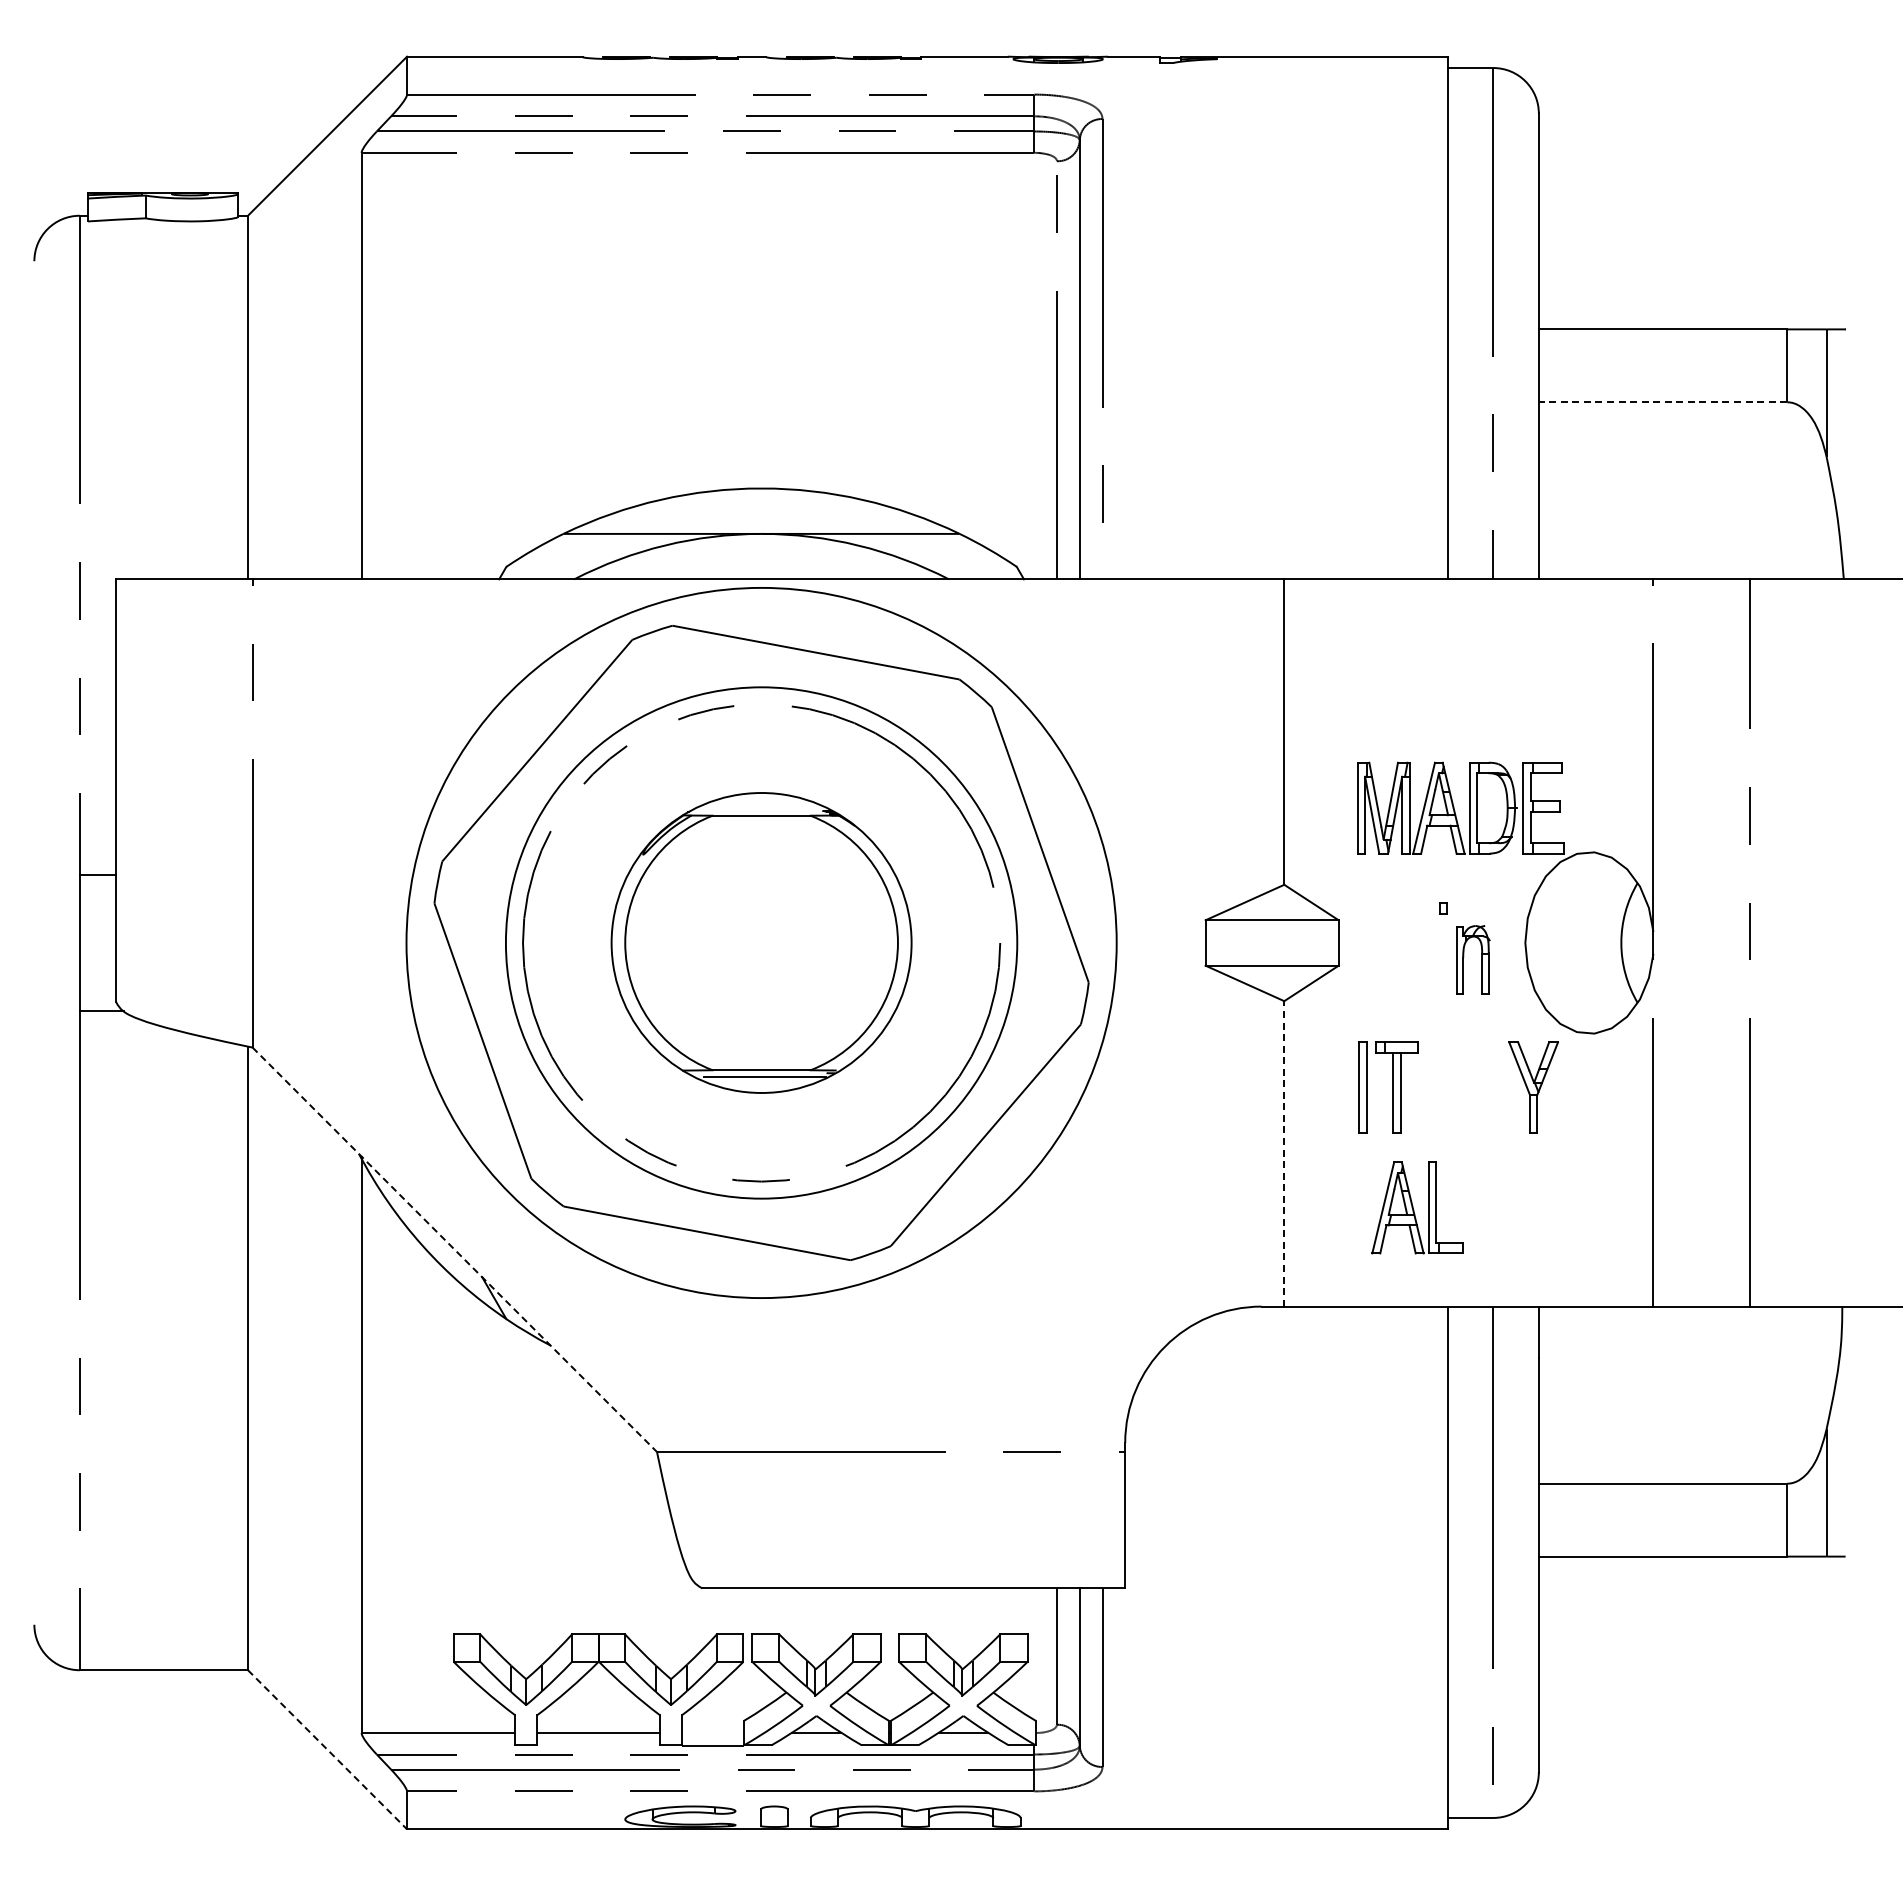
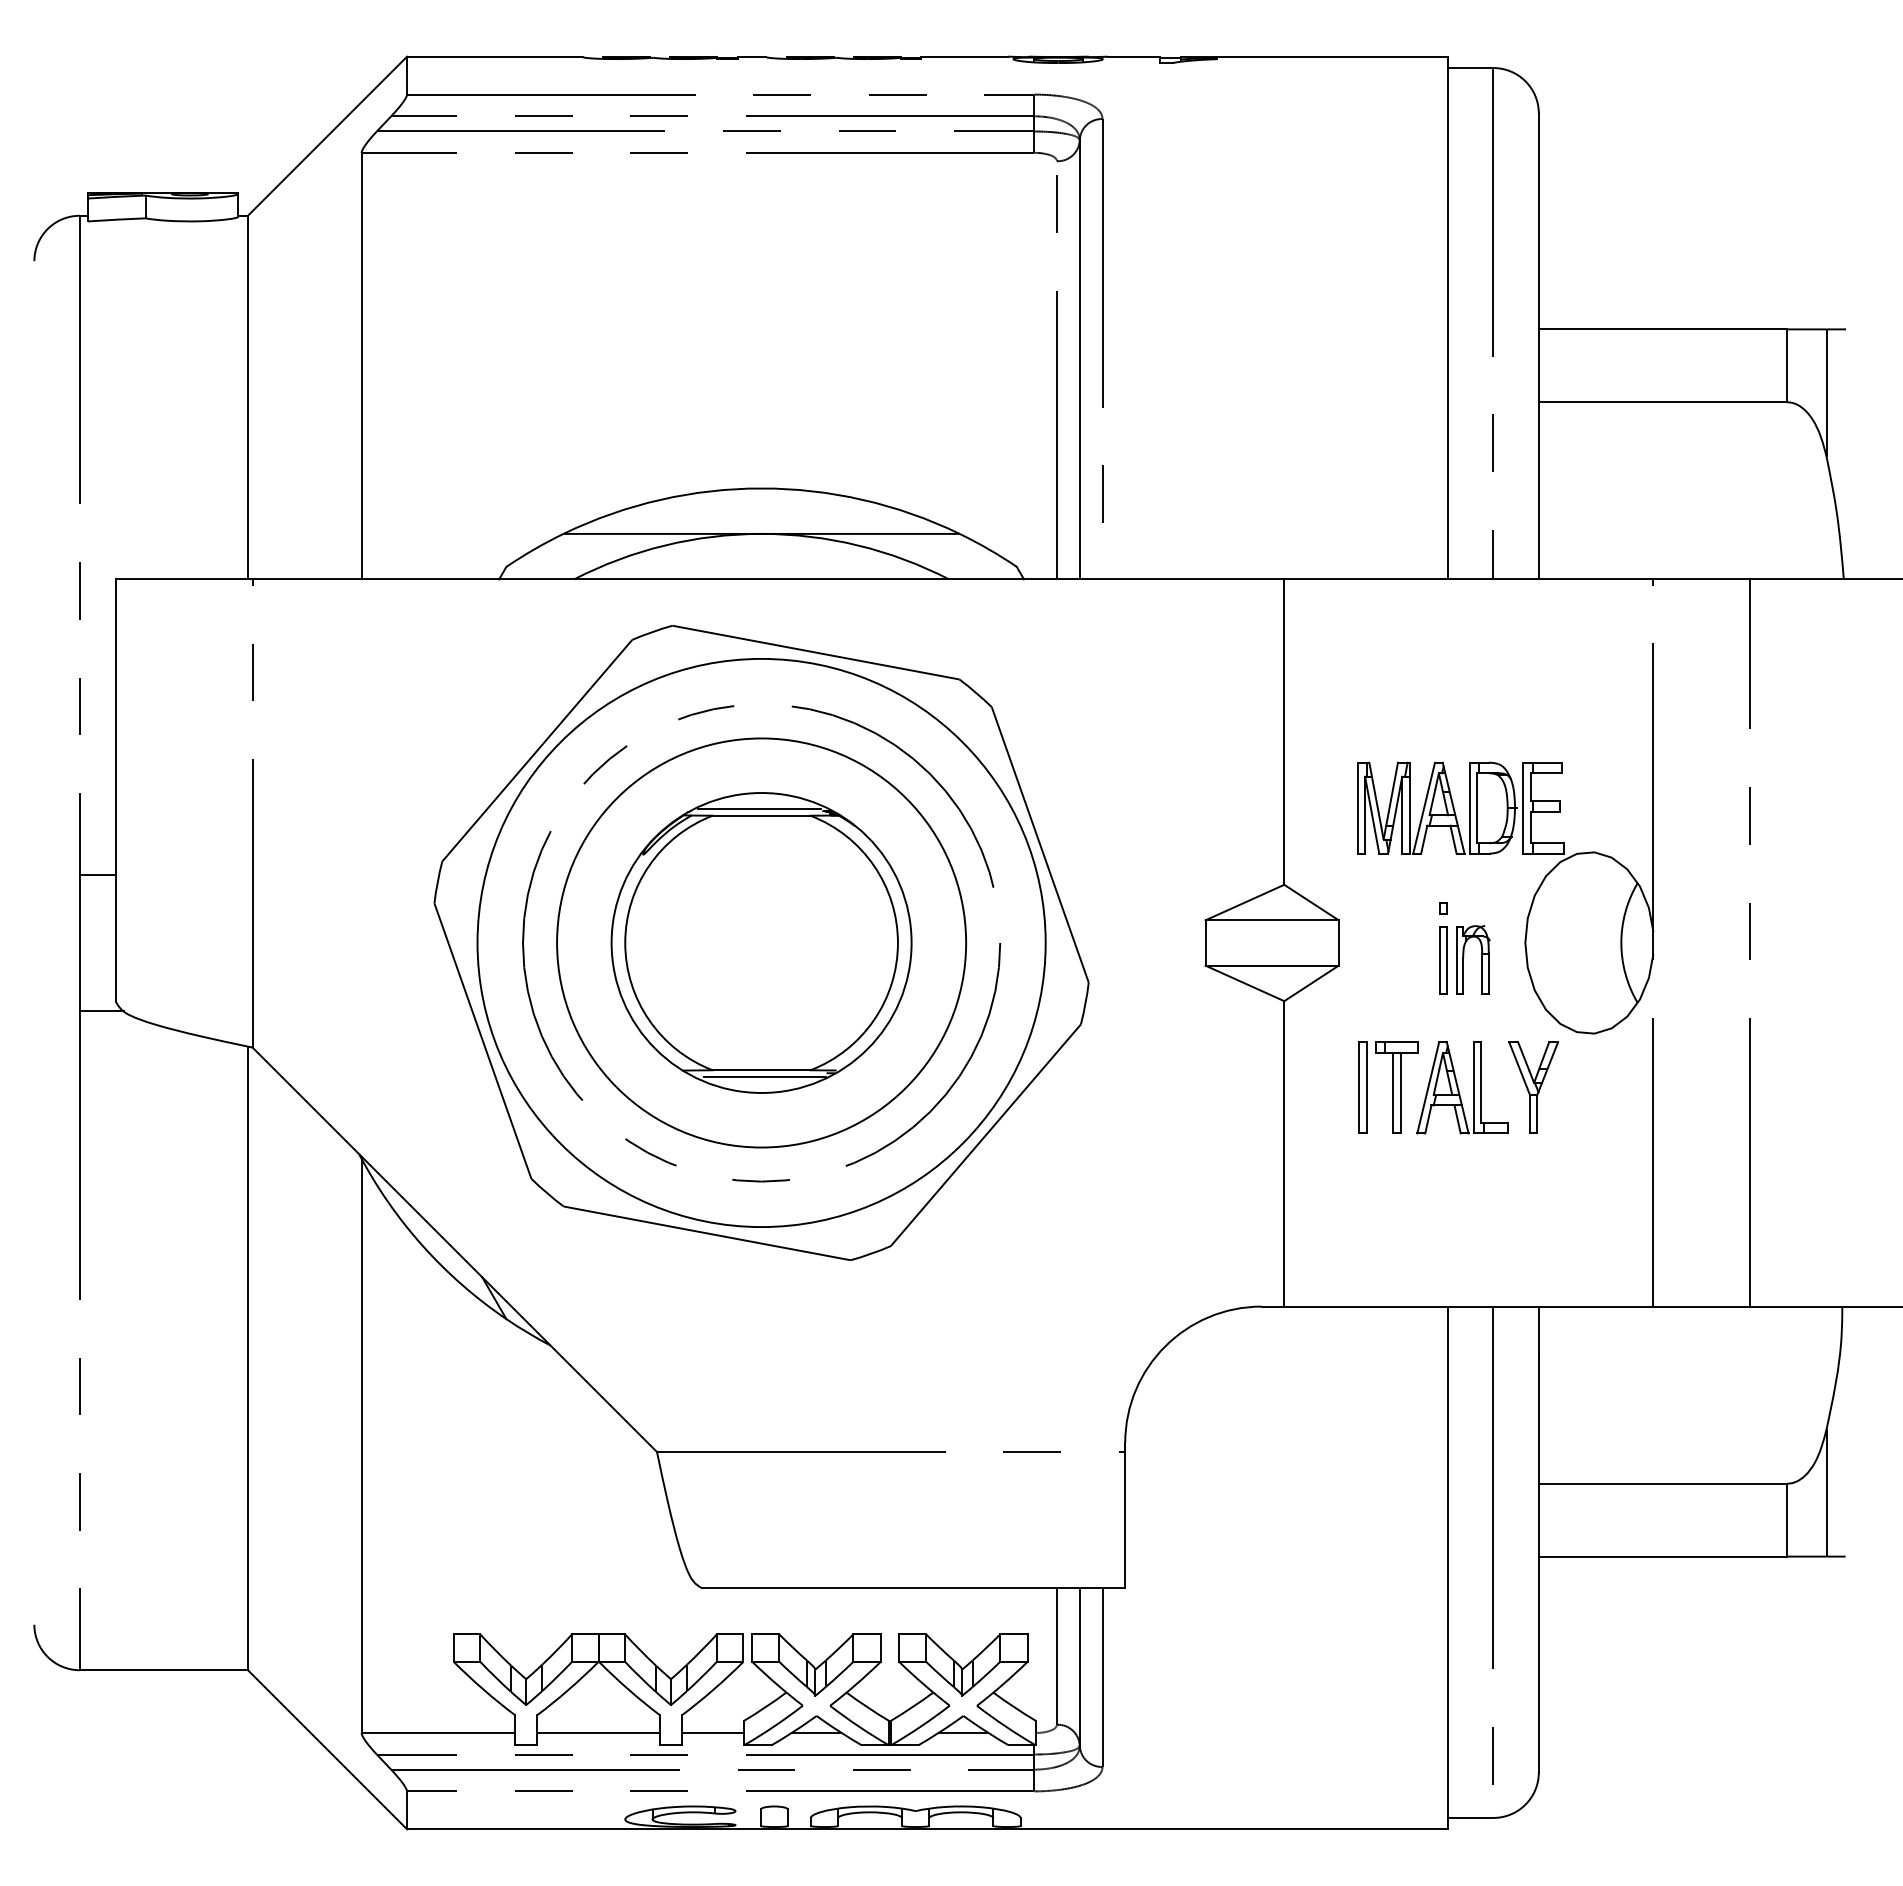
line at (1662, 402): dashed -> solid
line at (759, 808): none -> present
circle at (761, 942) diameter: 511 px -> 409 px
circle at (761, 942) diameter: 710 px -> 568 px
part at (1443, 960): none -> present
line at (1284, 1153): dashed -> solid
part at (1417, 1207) position: (1417, 1207) -> (1462, 1087)
line at (454, 1249): dashed -> solid
line at (713, 1746) position: (713, 1746) -> (713, 1733)
line at (327, 1750): dashed -> solid
